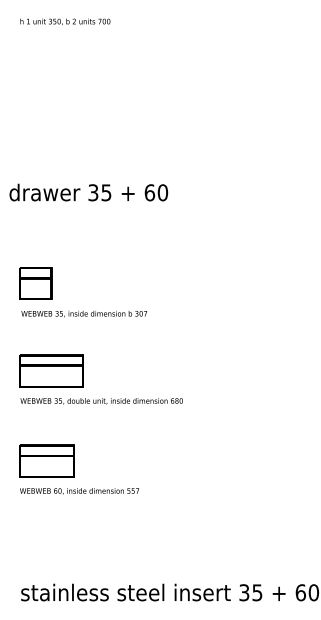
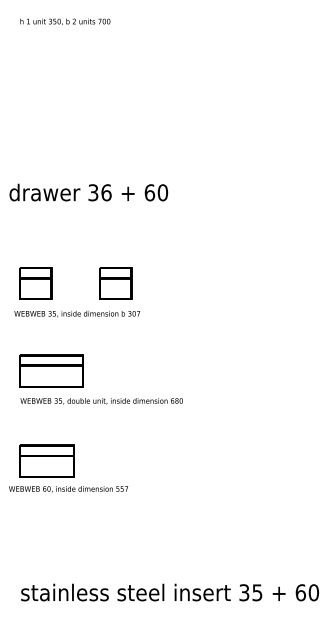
text at (106, 192): 35 -> 36
part at (115, 283): none -> present
text at (83, 313) position: (83, 313) -> (76, 313)
text at (79, 491) position: (79, 491) -> (68, 489)
